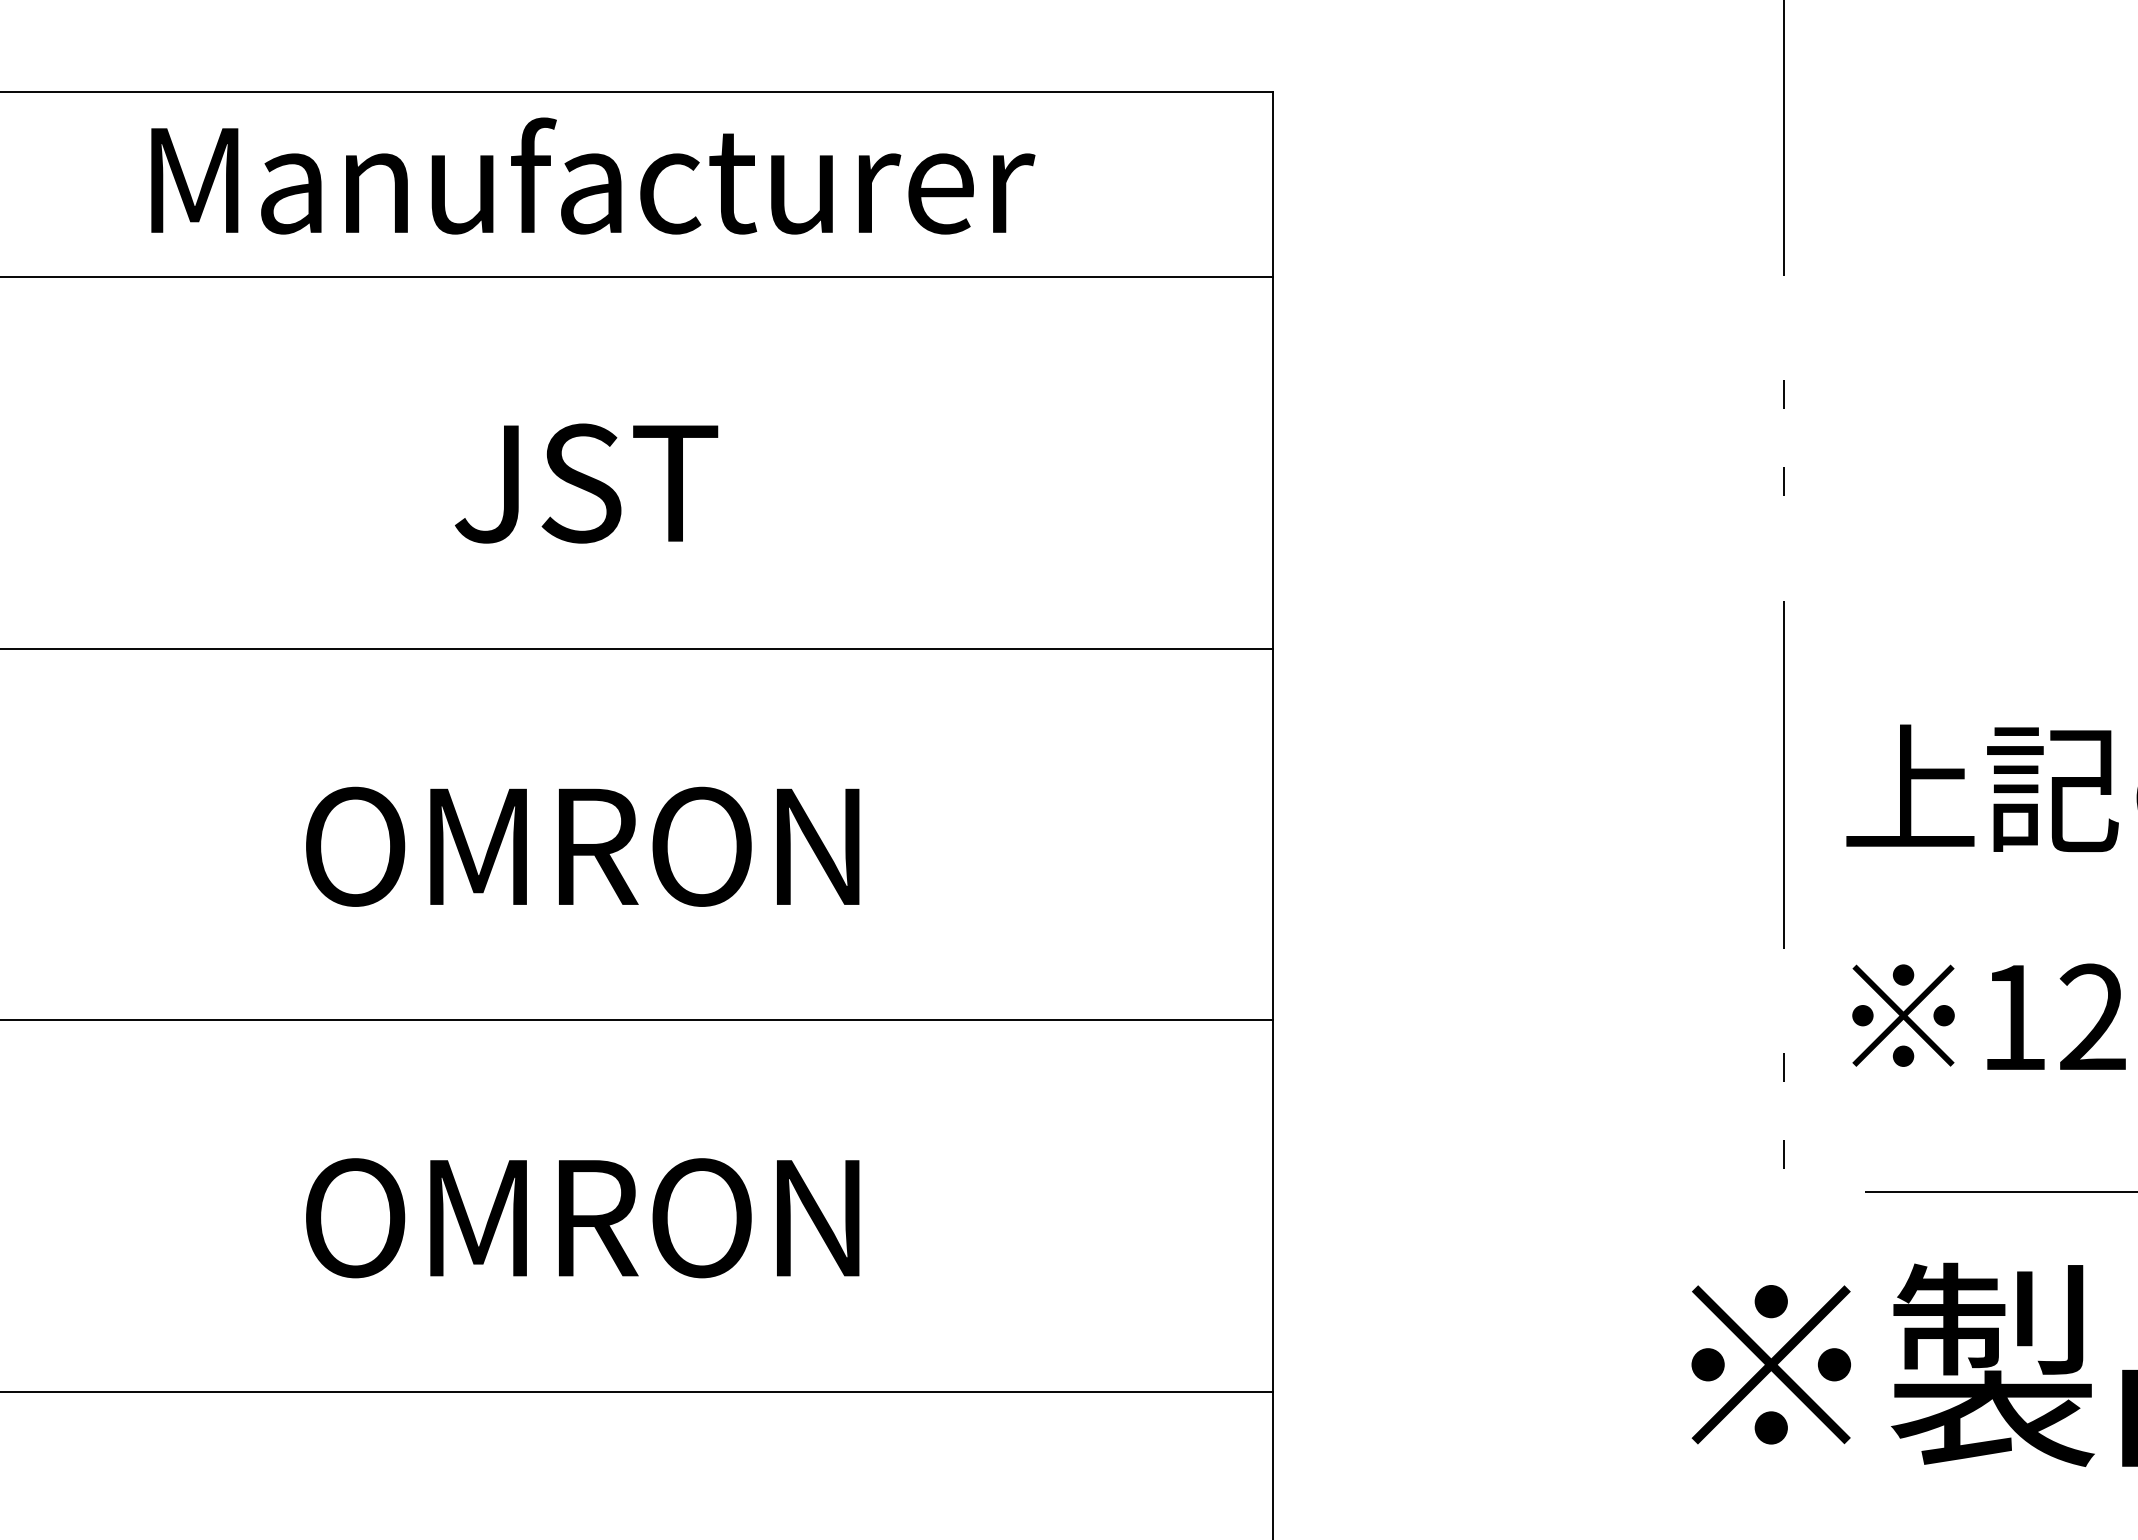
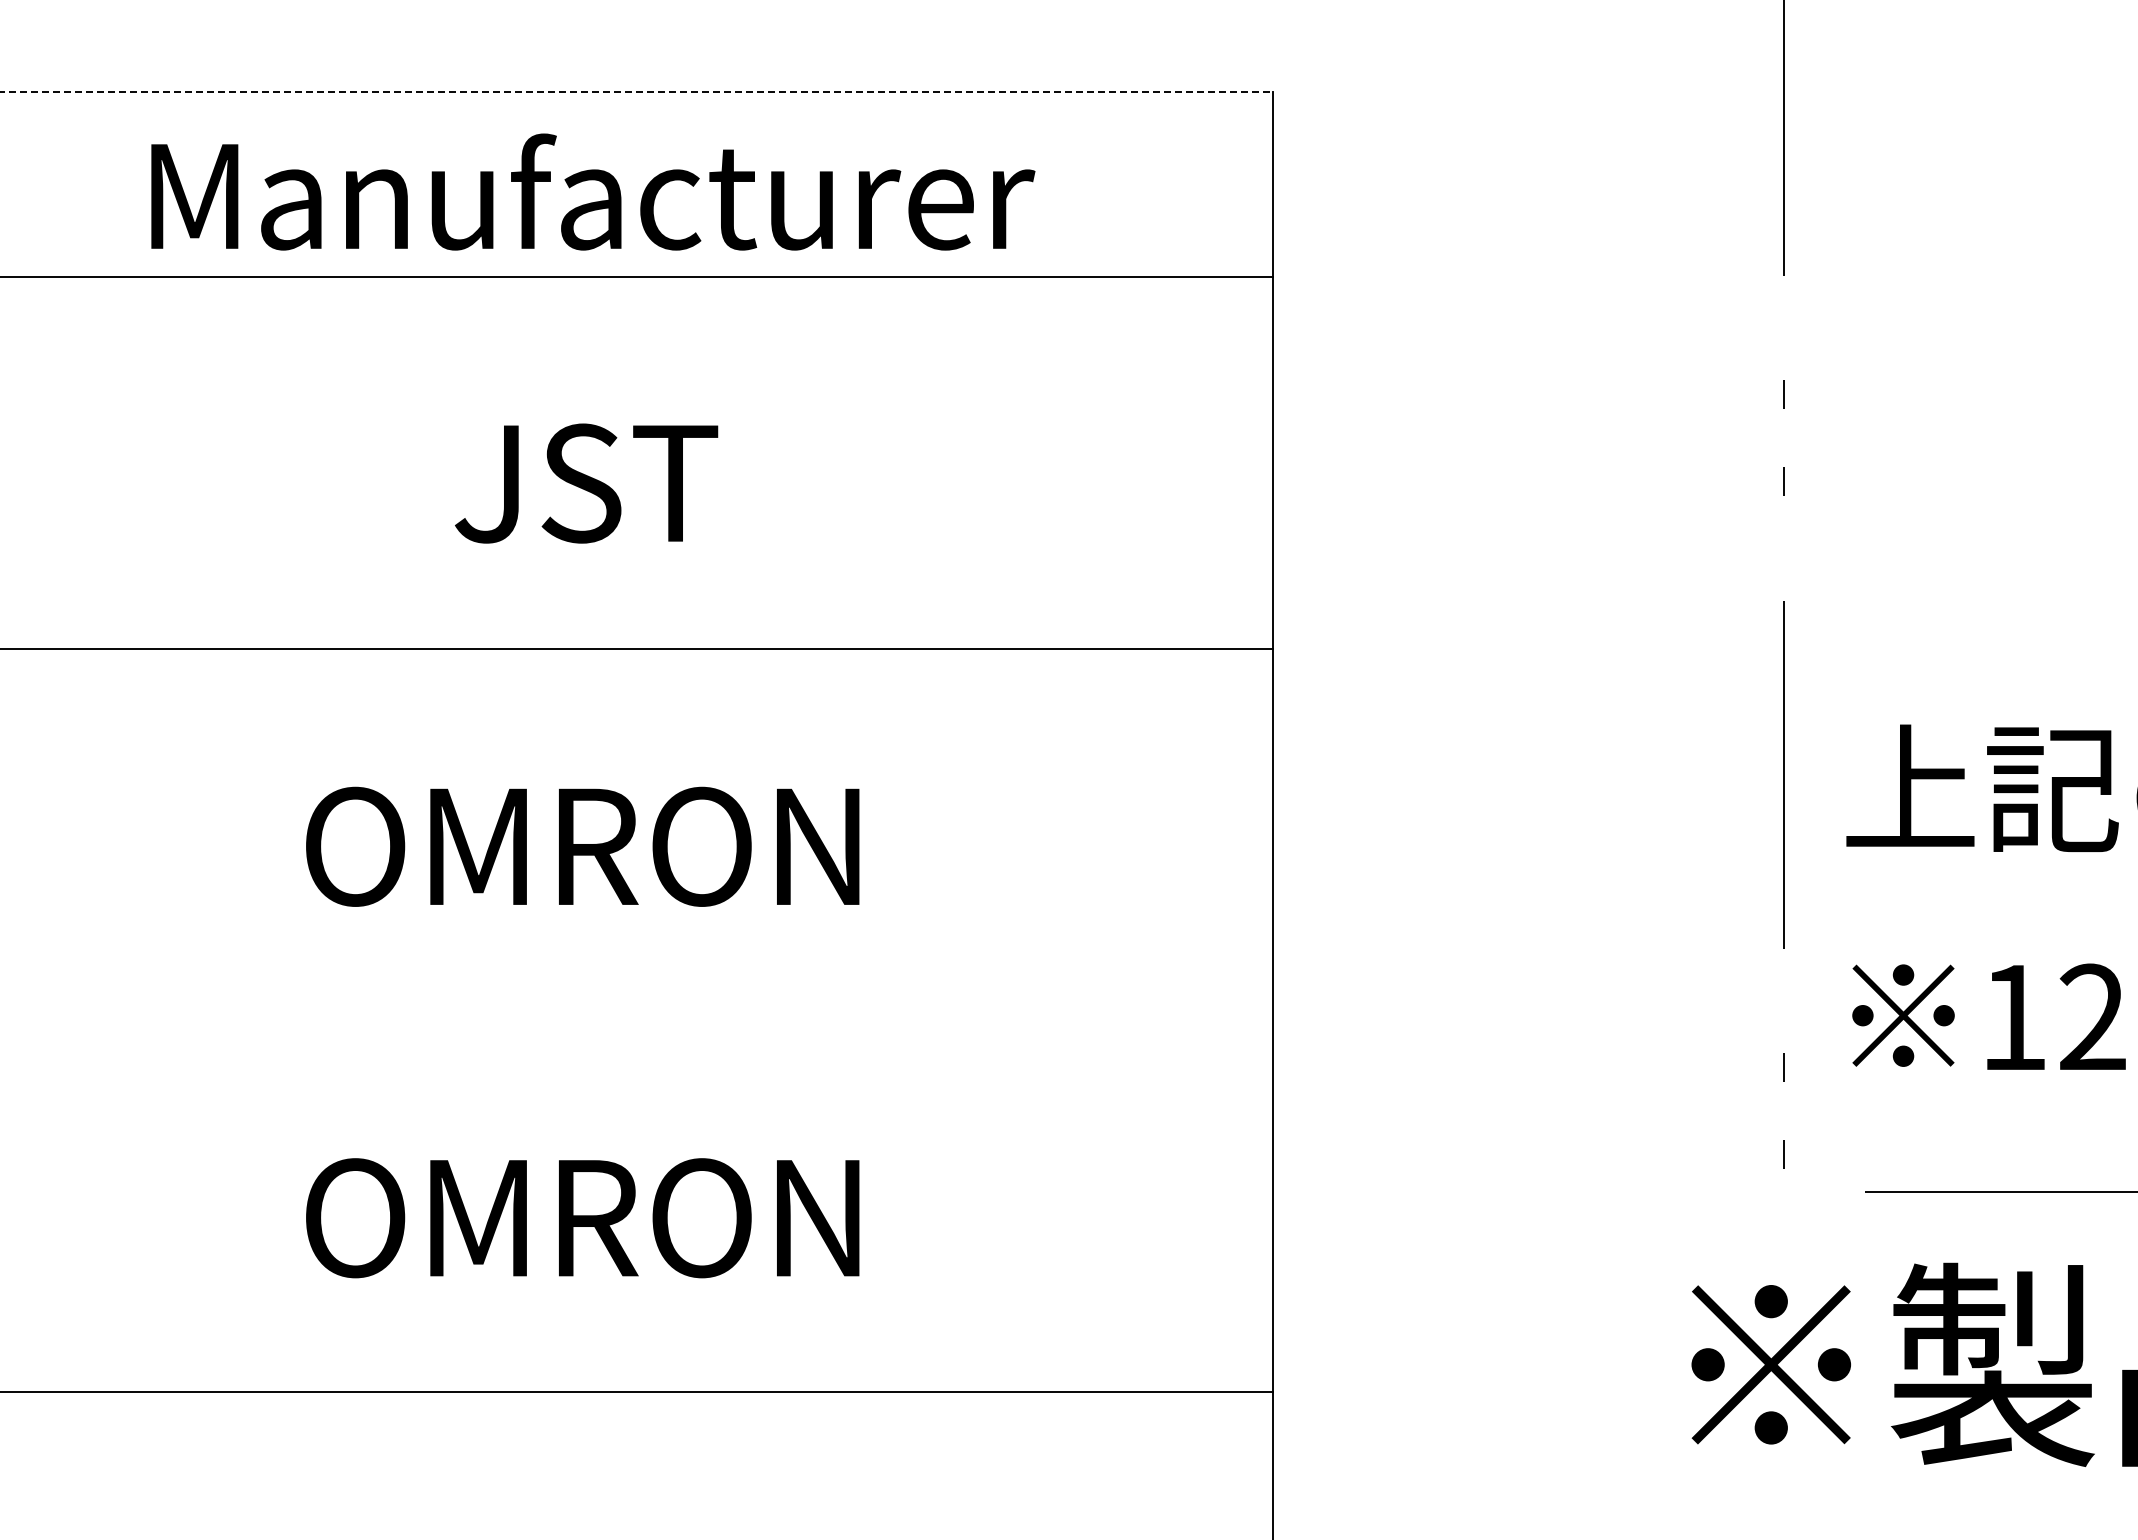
line at (637, 91): solid -> dashed
text at (593, 175) position: (593, 175) -> (593, 191)
line at (637, 1020): present -> none
